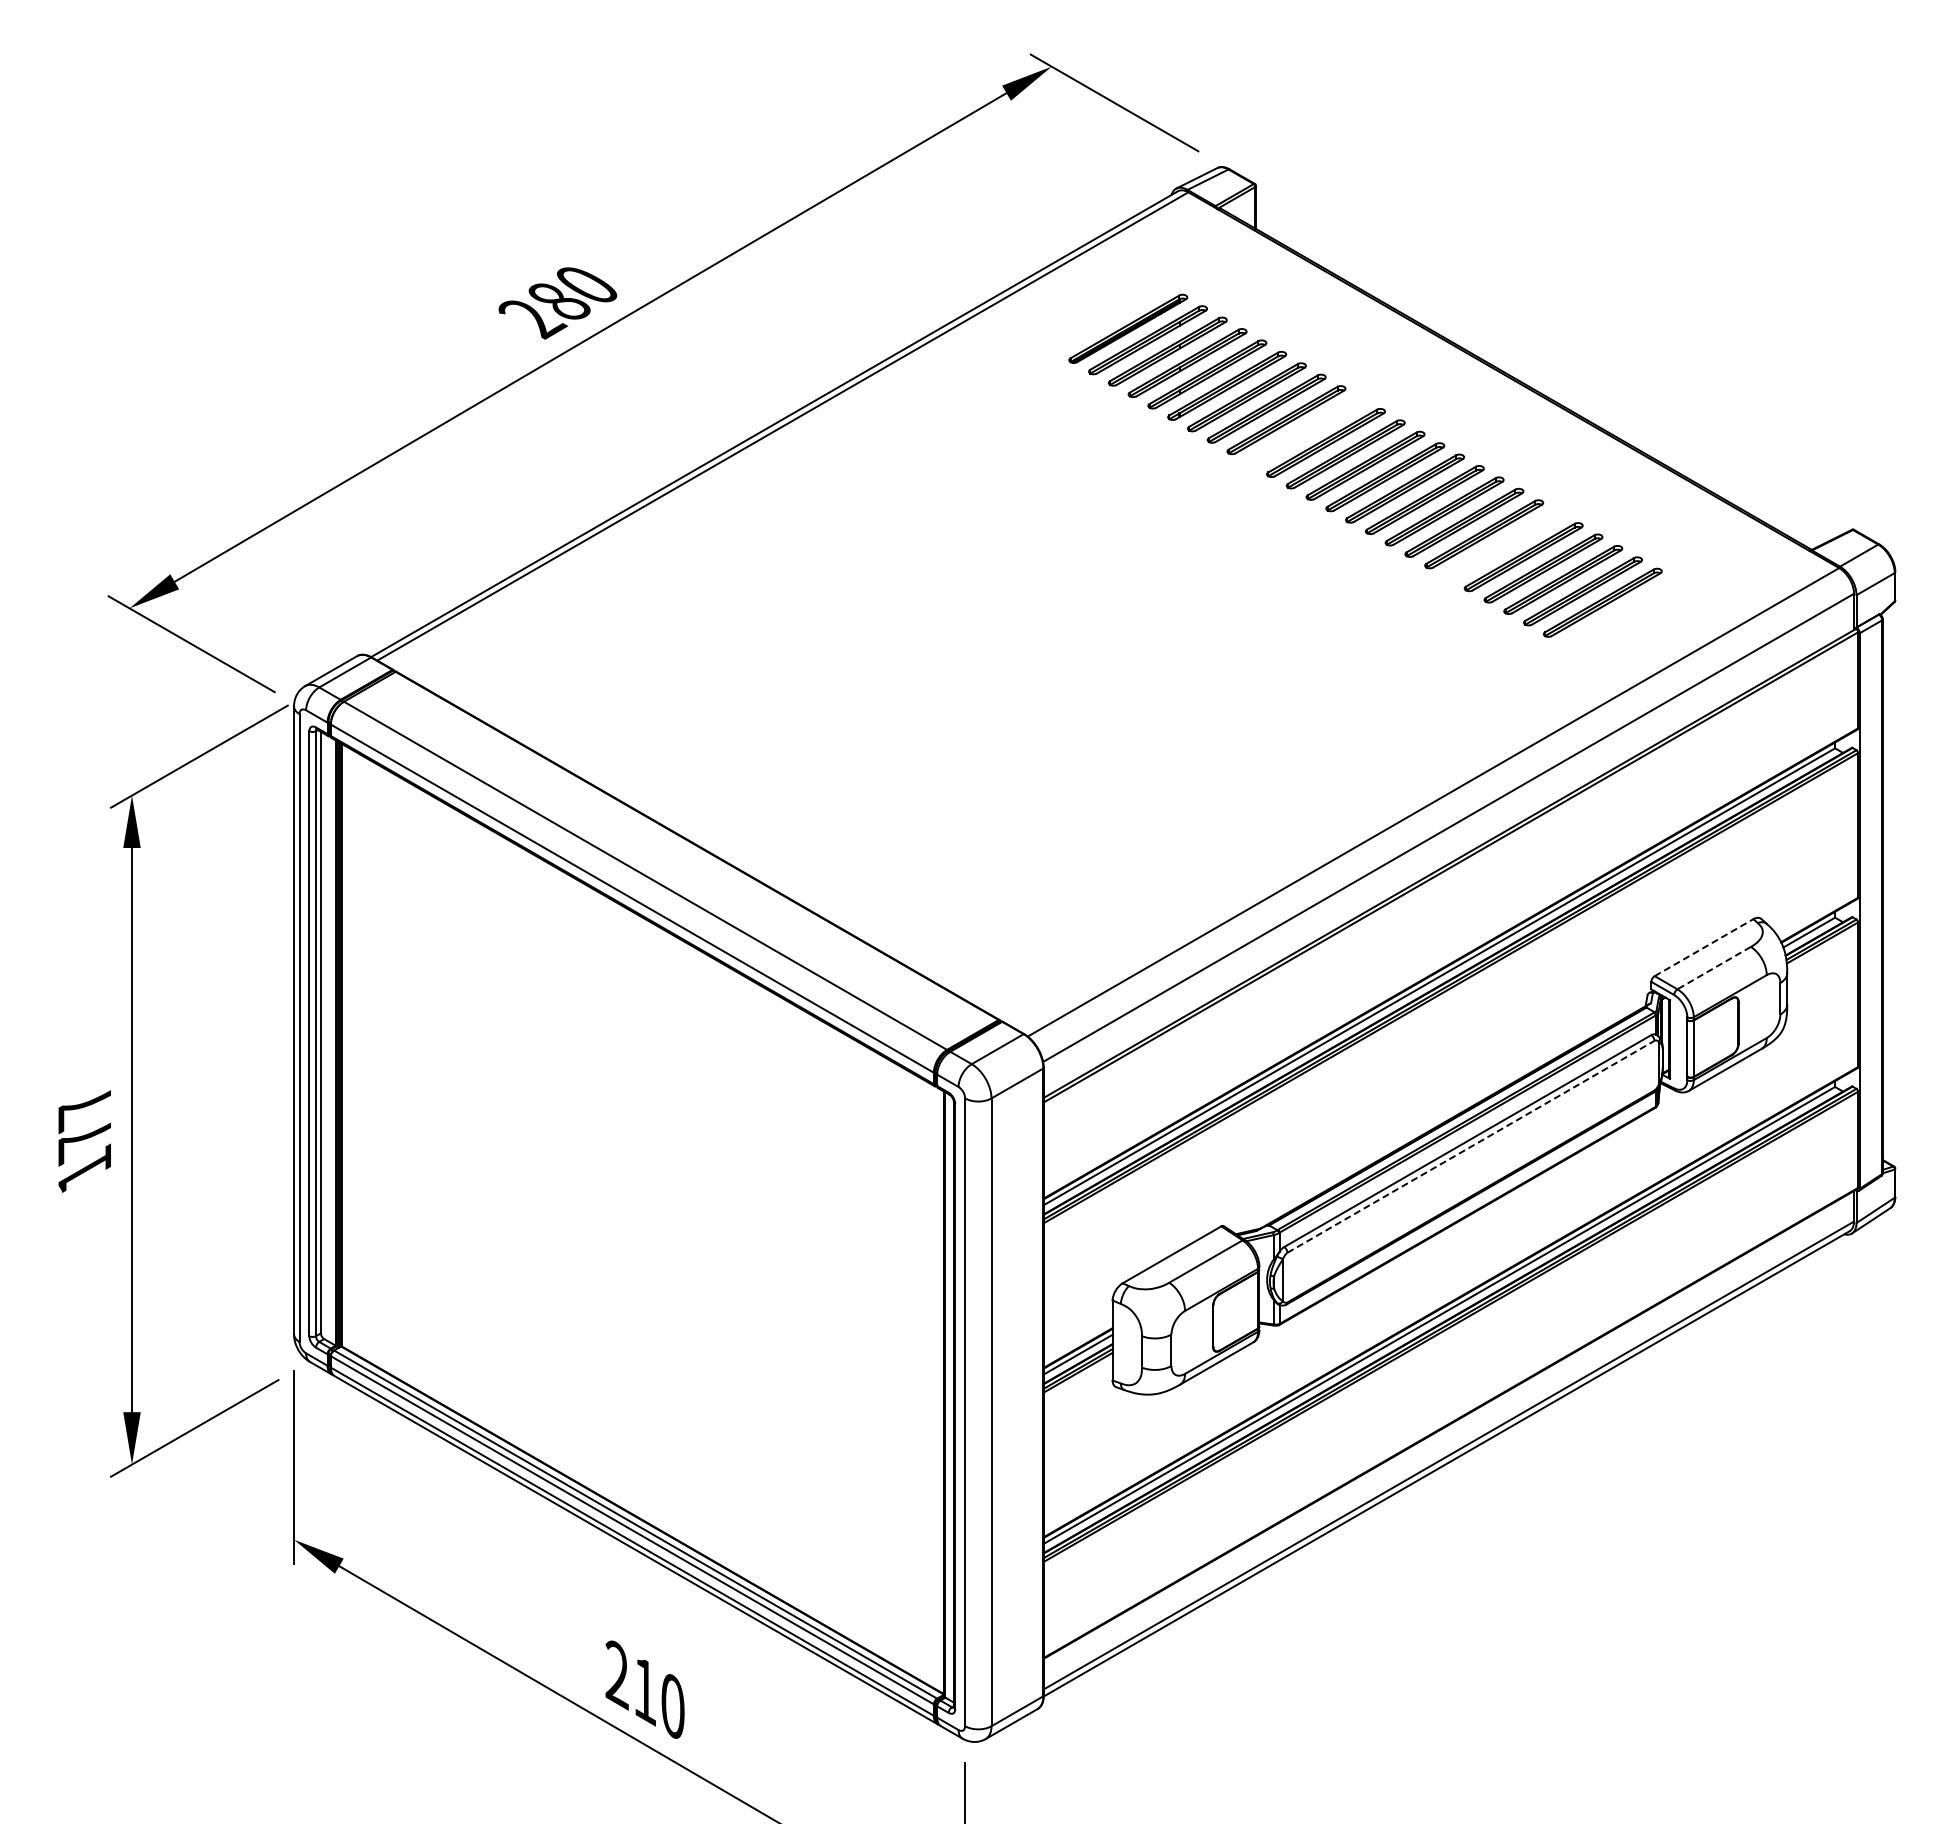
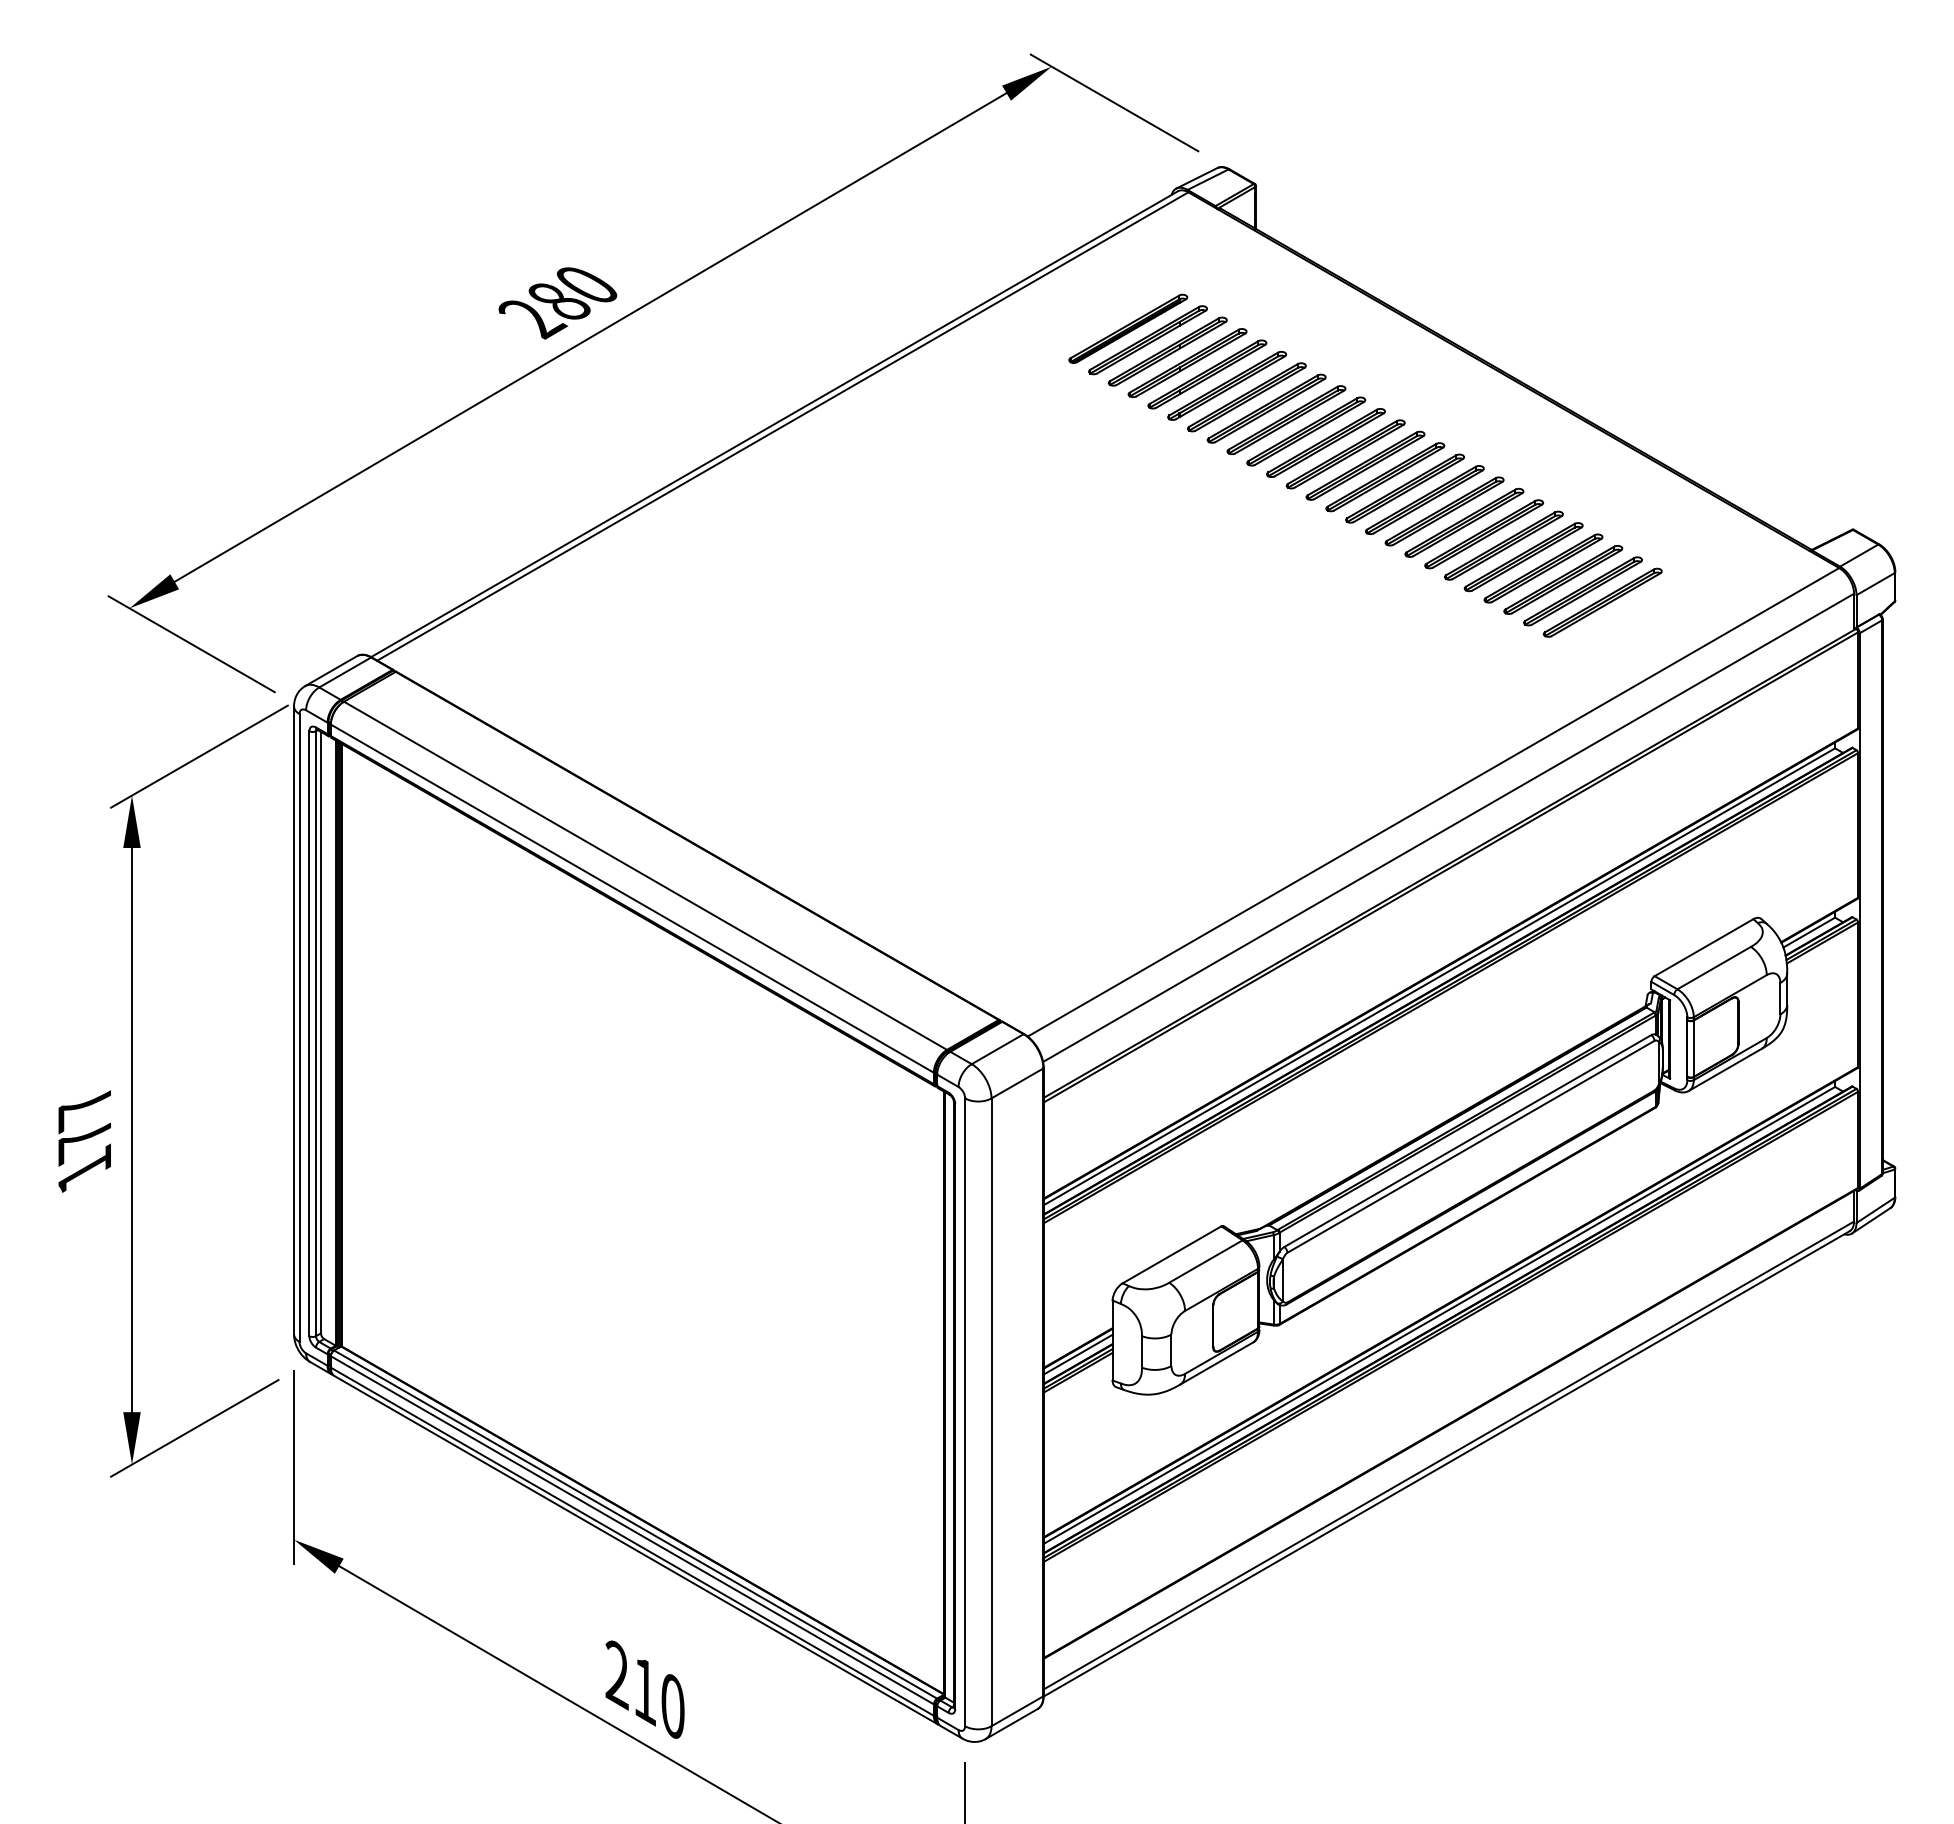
part at (1306, 431): none -> present
part at (1503, 545): none -> present
line at (1704, 947): dashed -> solid
line at (1713, 968): dashed -> solid
line at (1470, 1146): dashed -> solid
